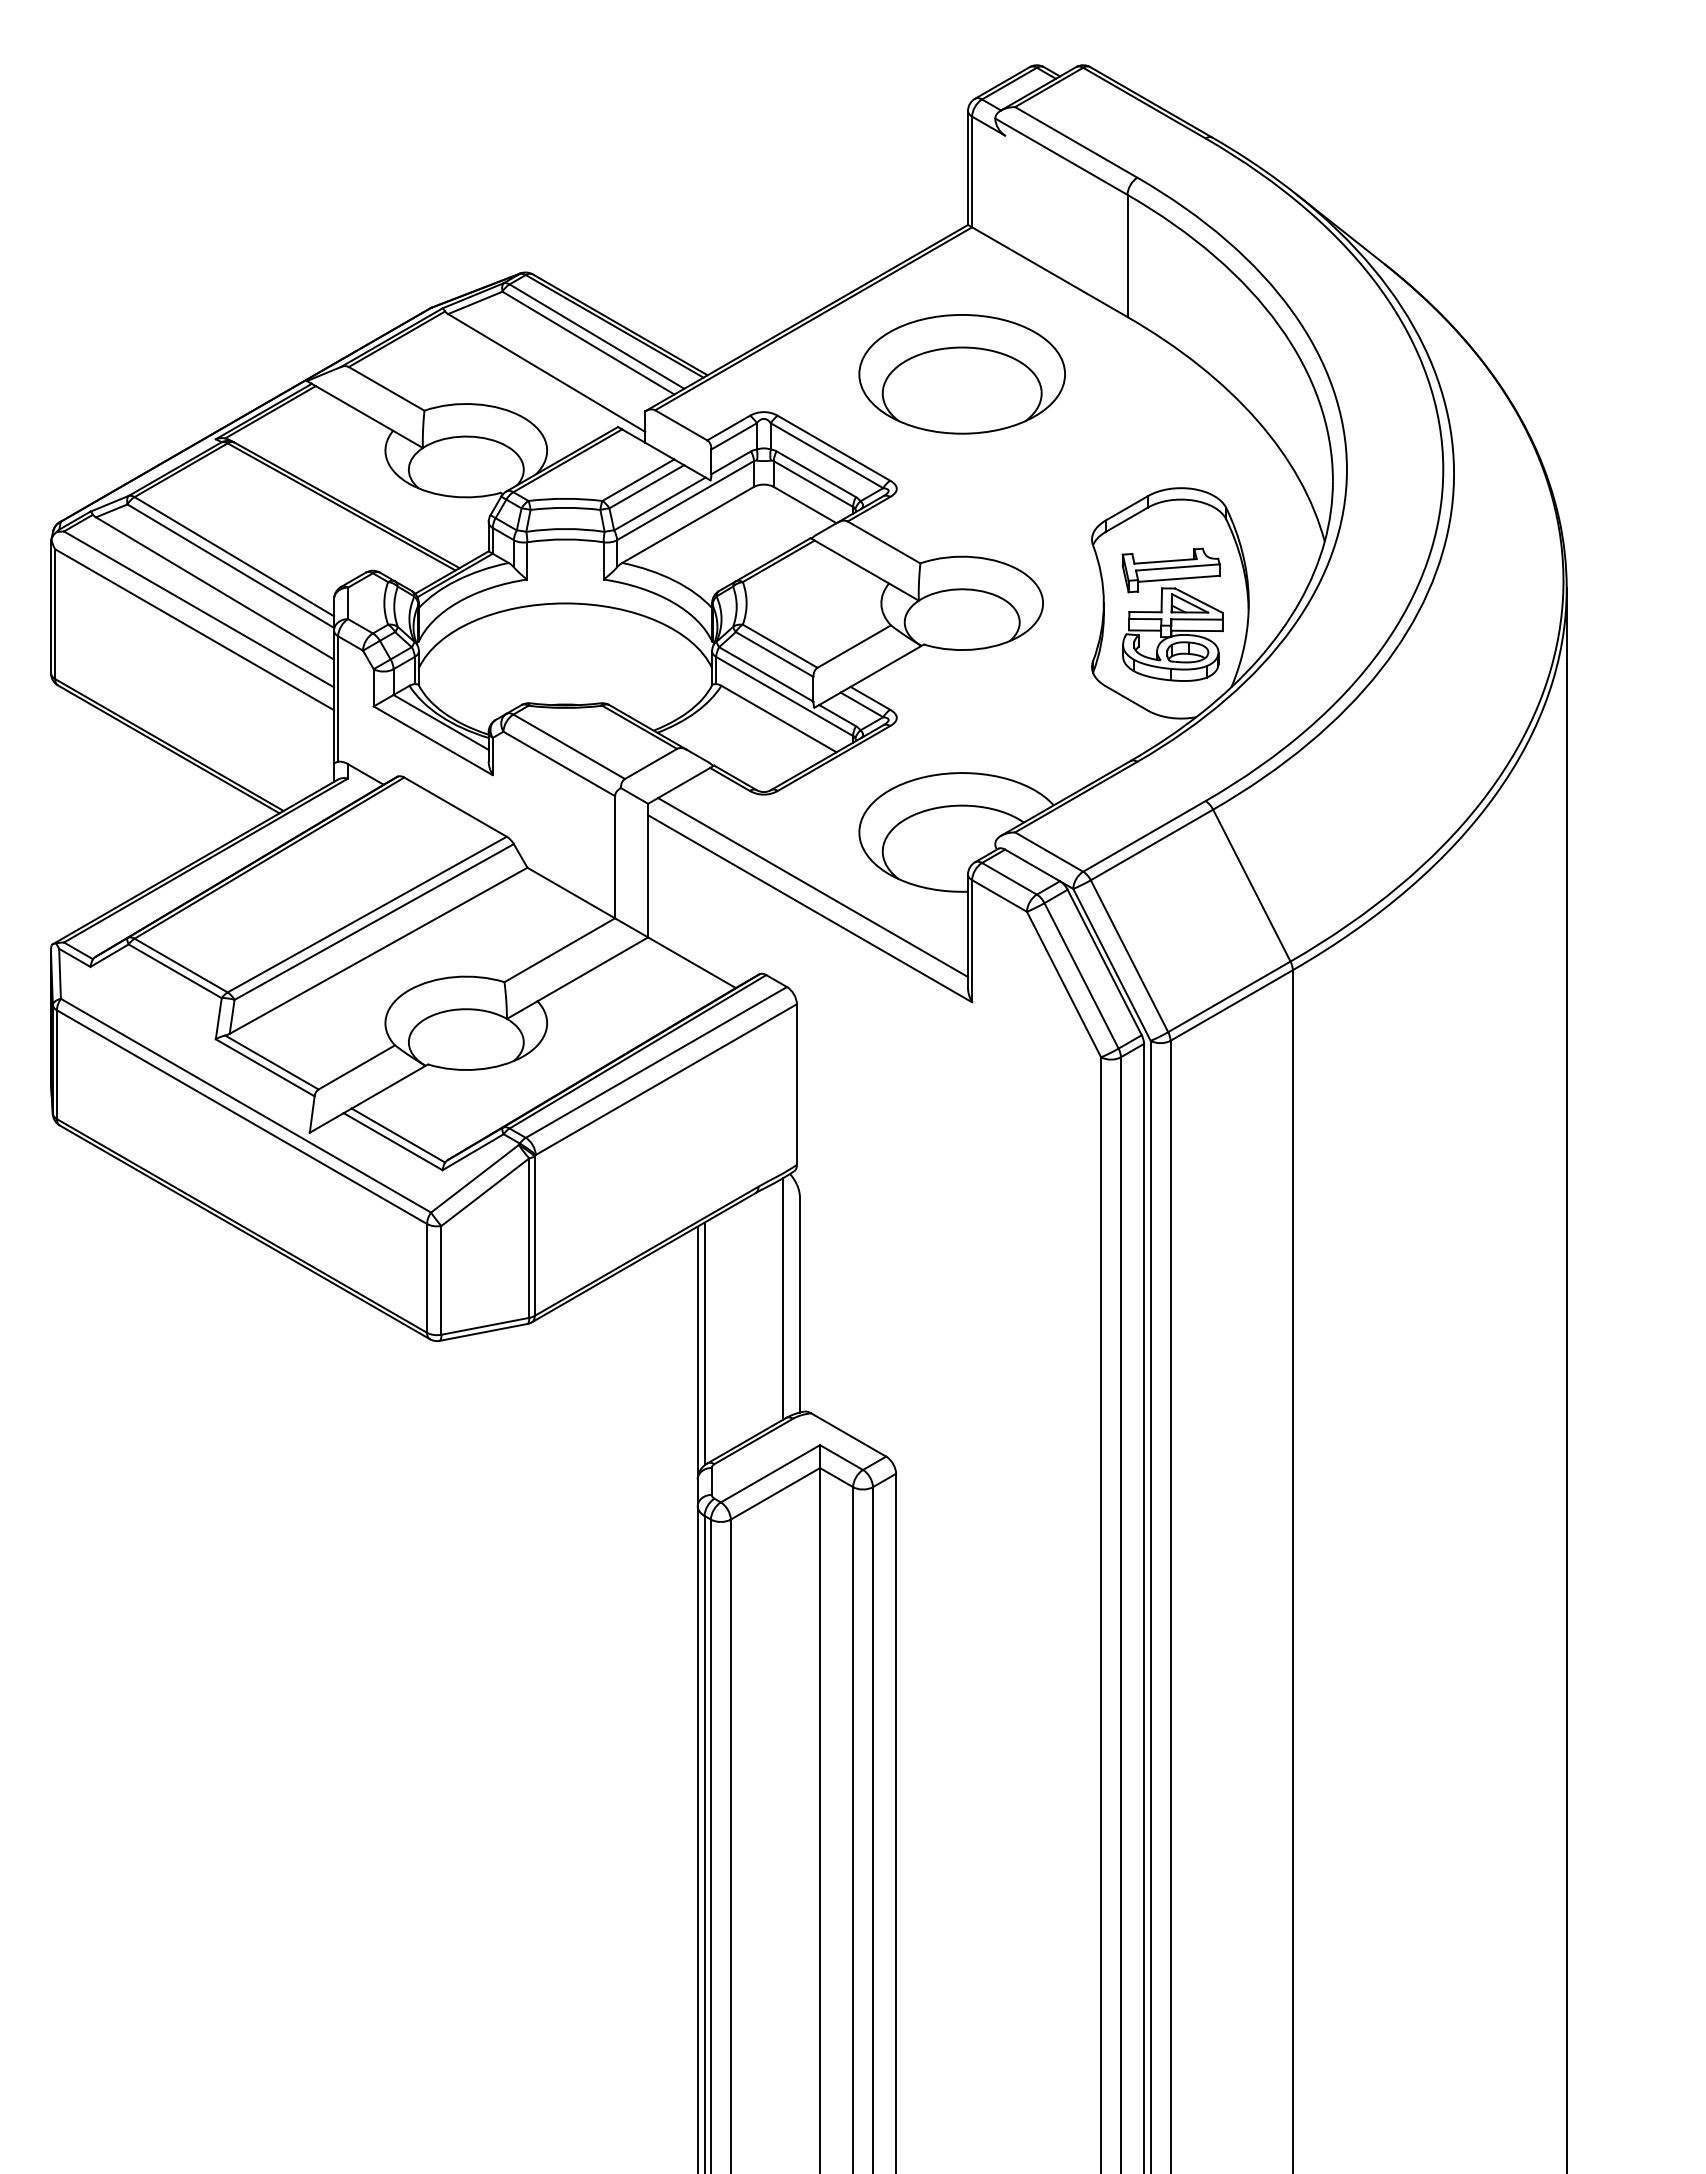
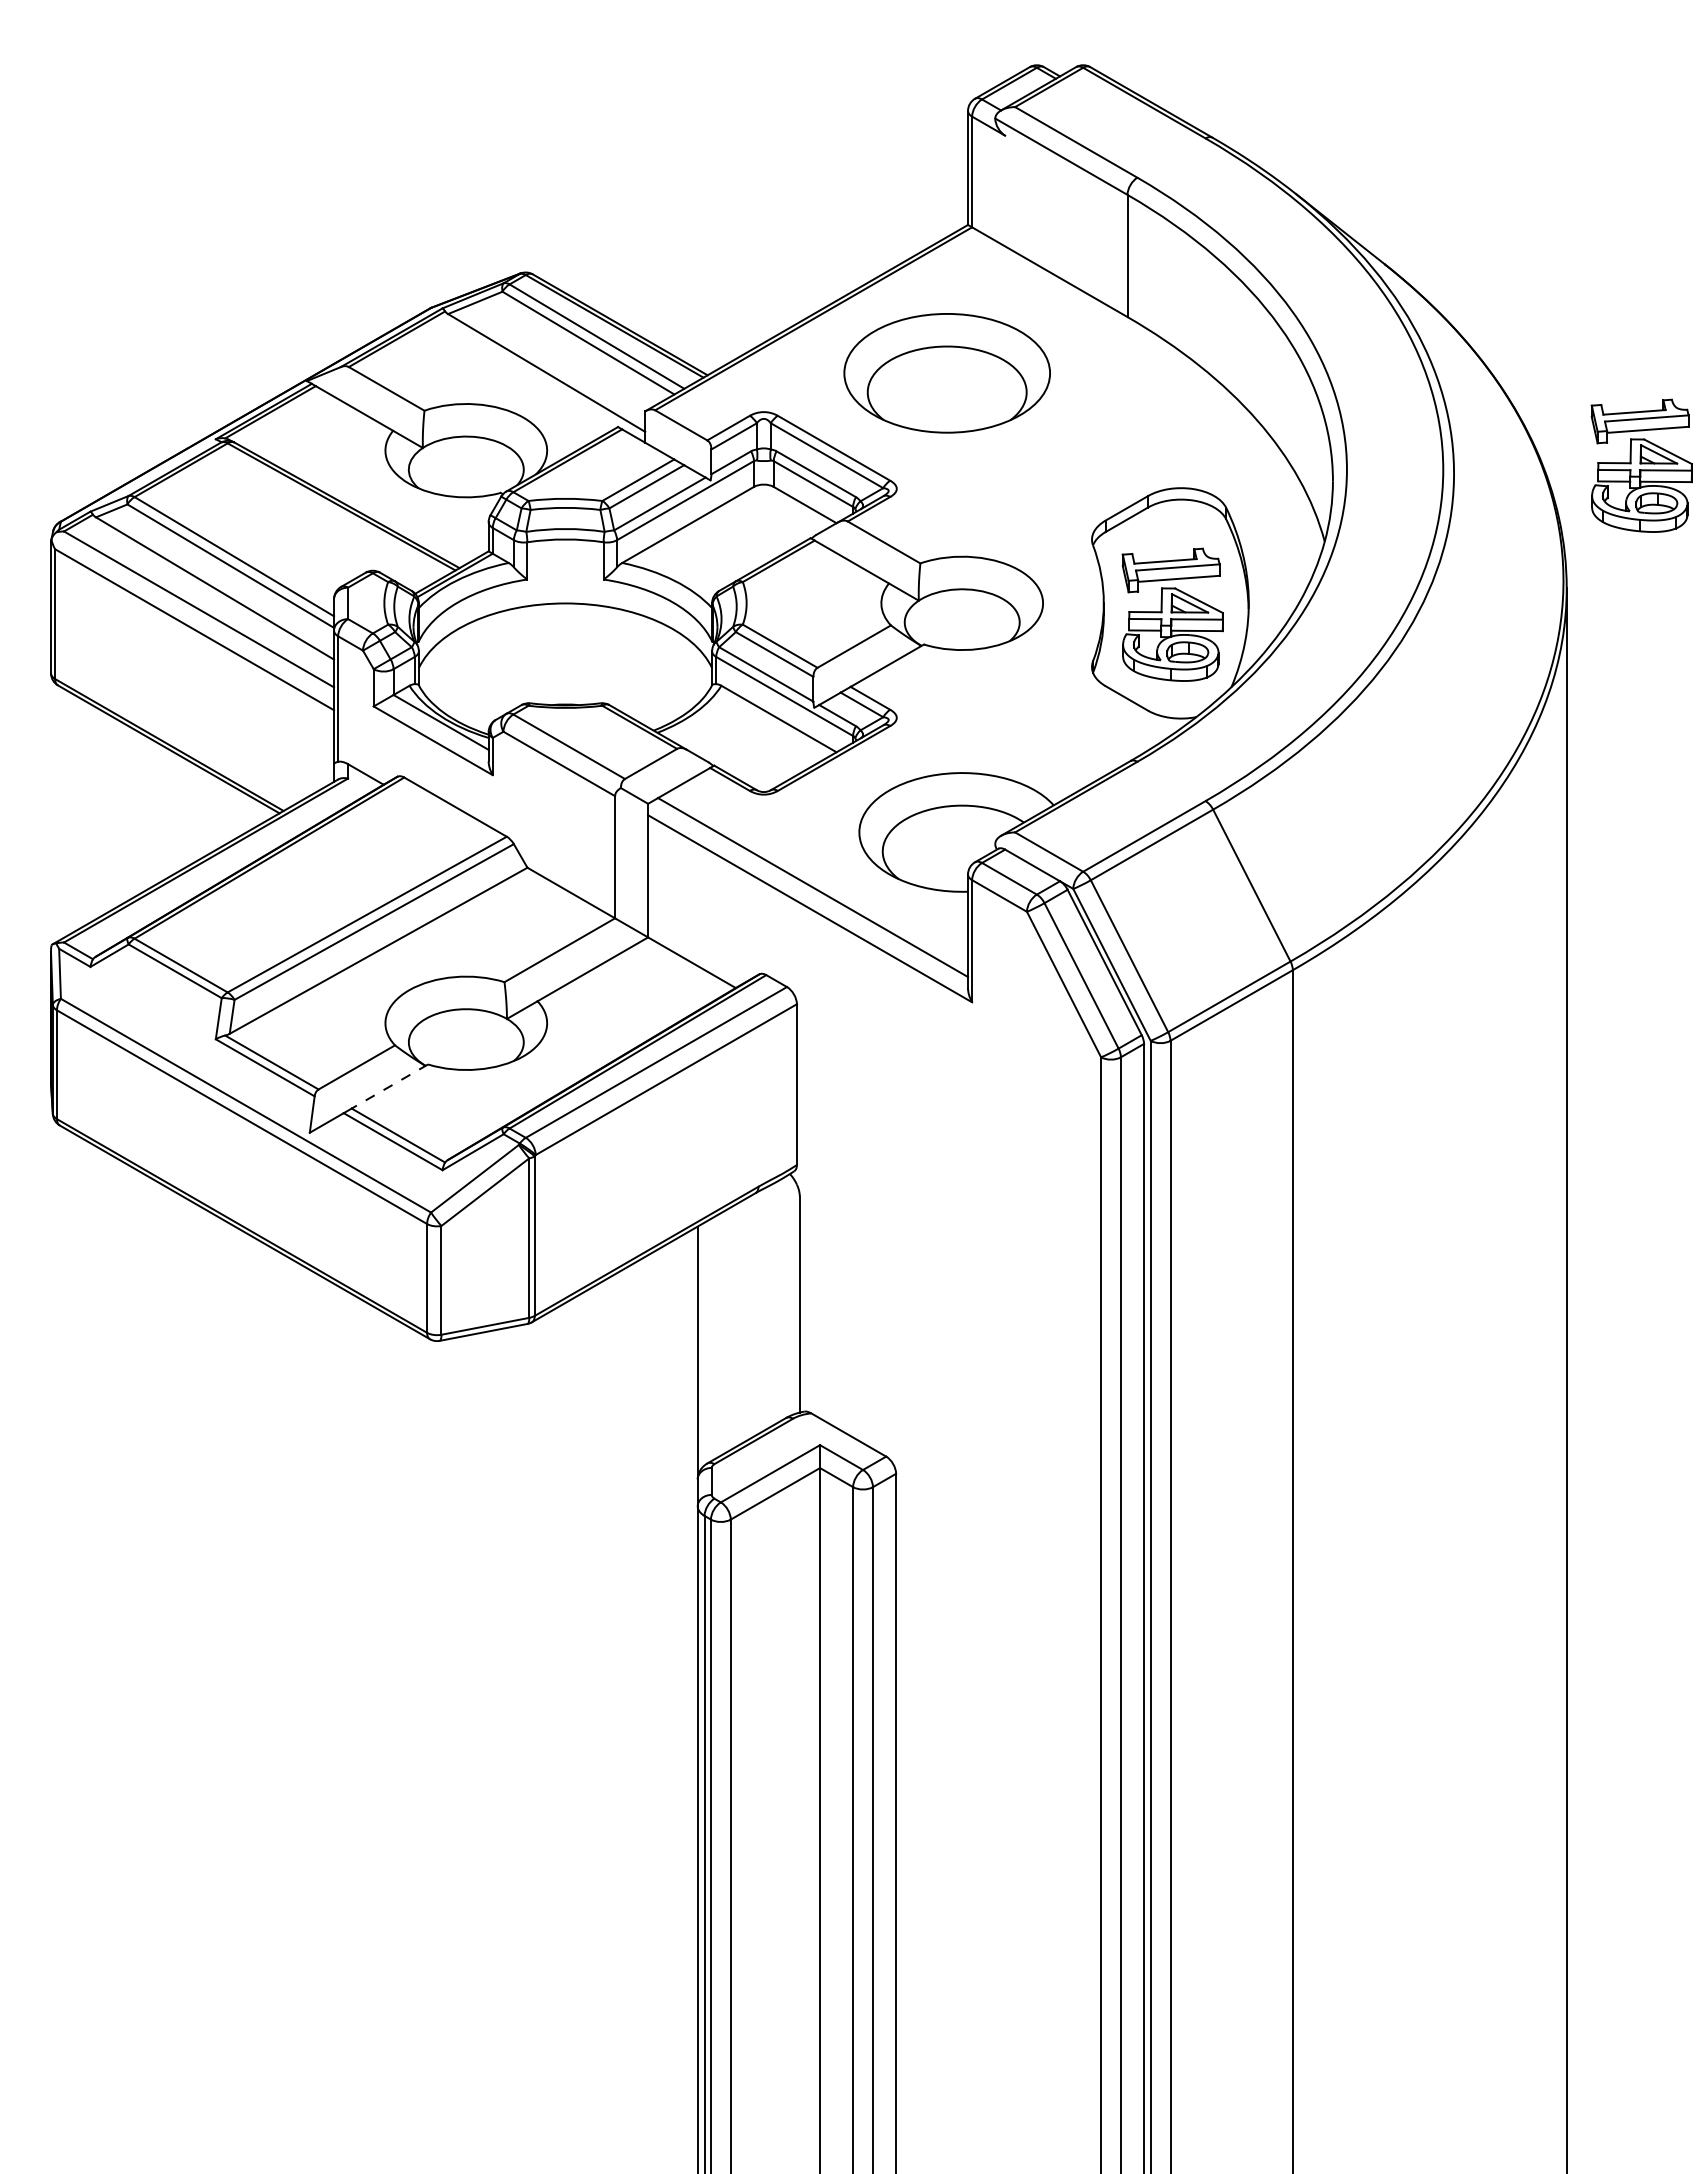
part at (961, 374) position: (961, 374) -> (946, 373)
part at (1641, 465): none -> present
line at (389, 1086): solid -> dashed
line at (783, 1298): present -> none
line at (704, 1343): present -> none
